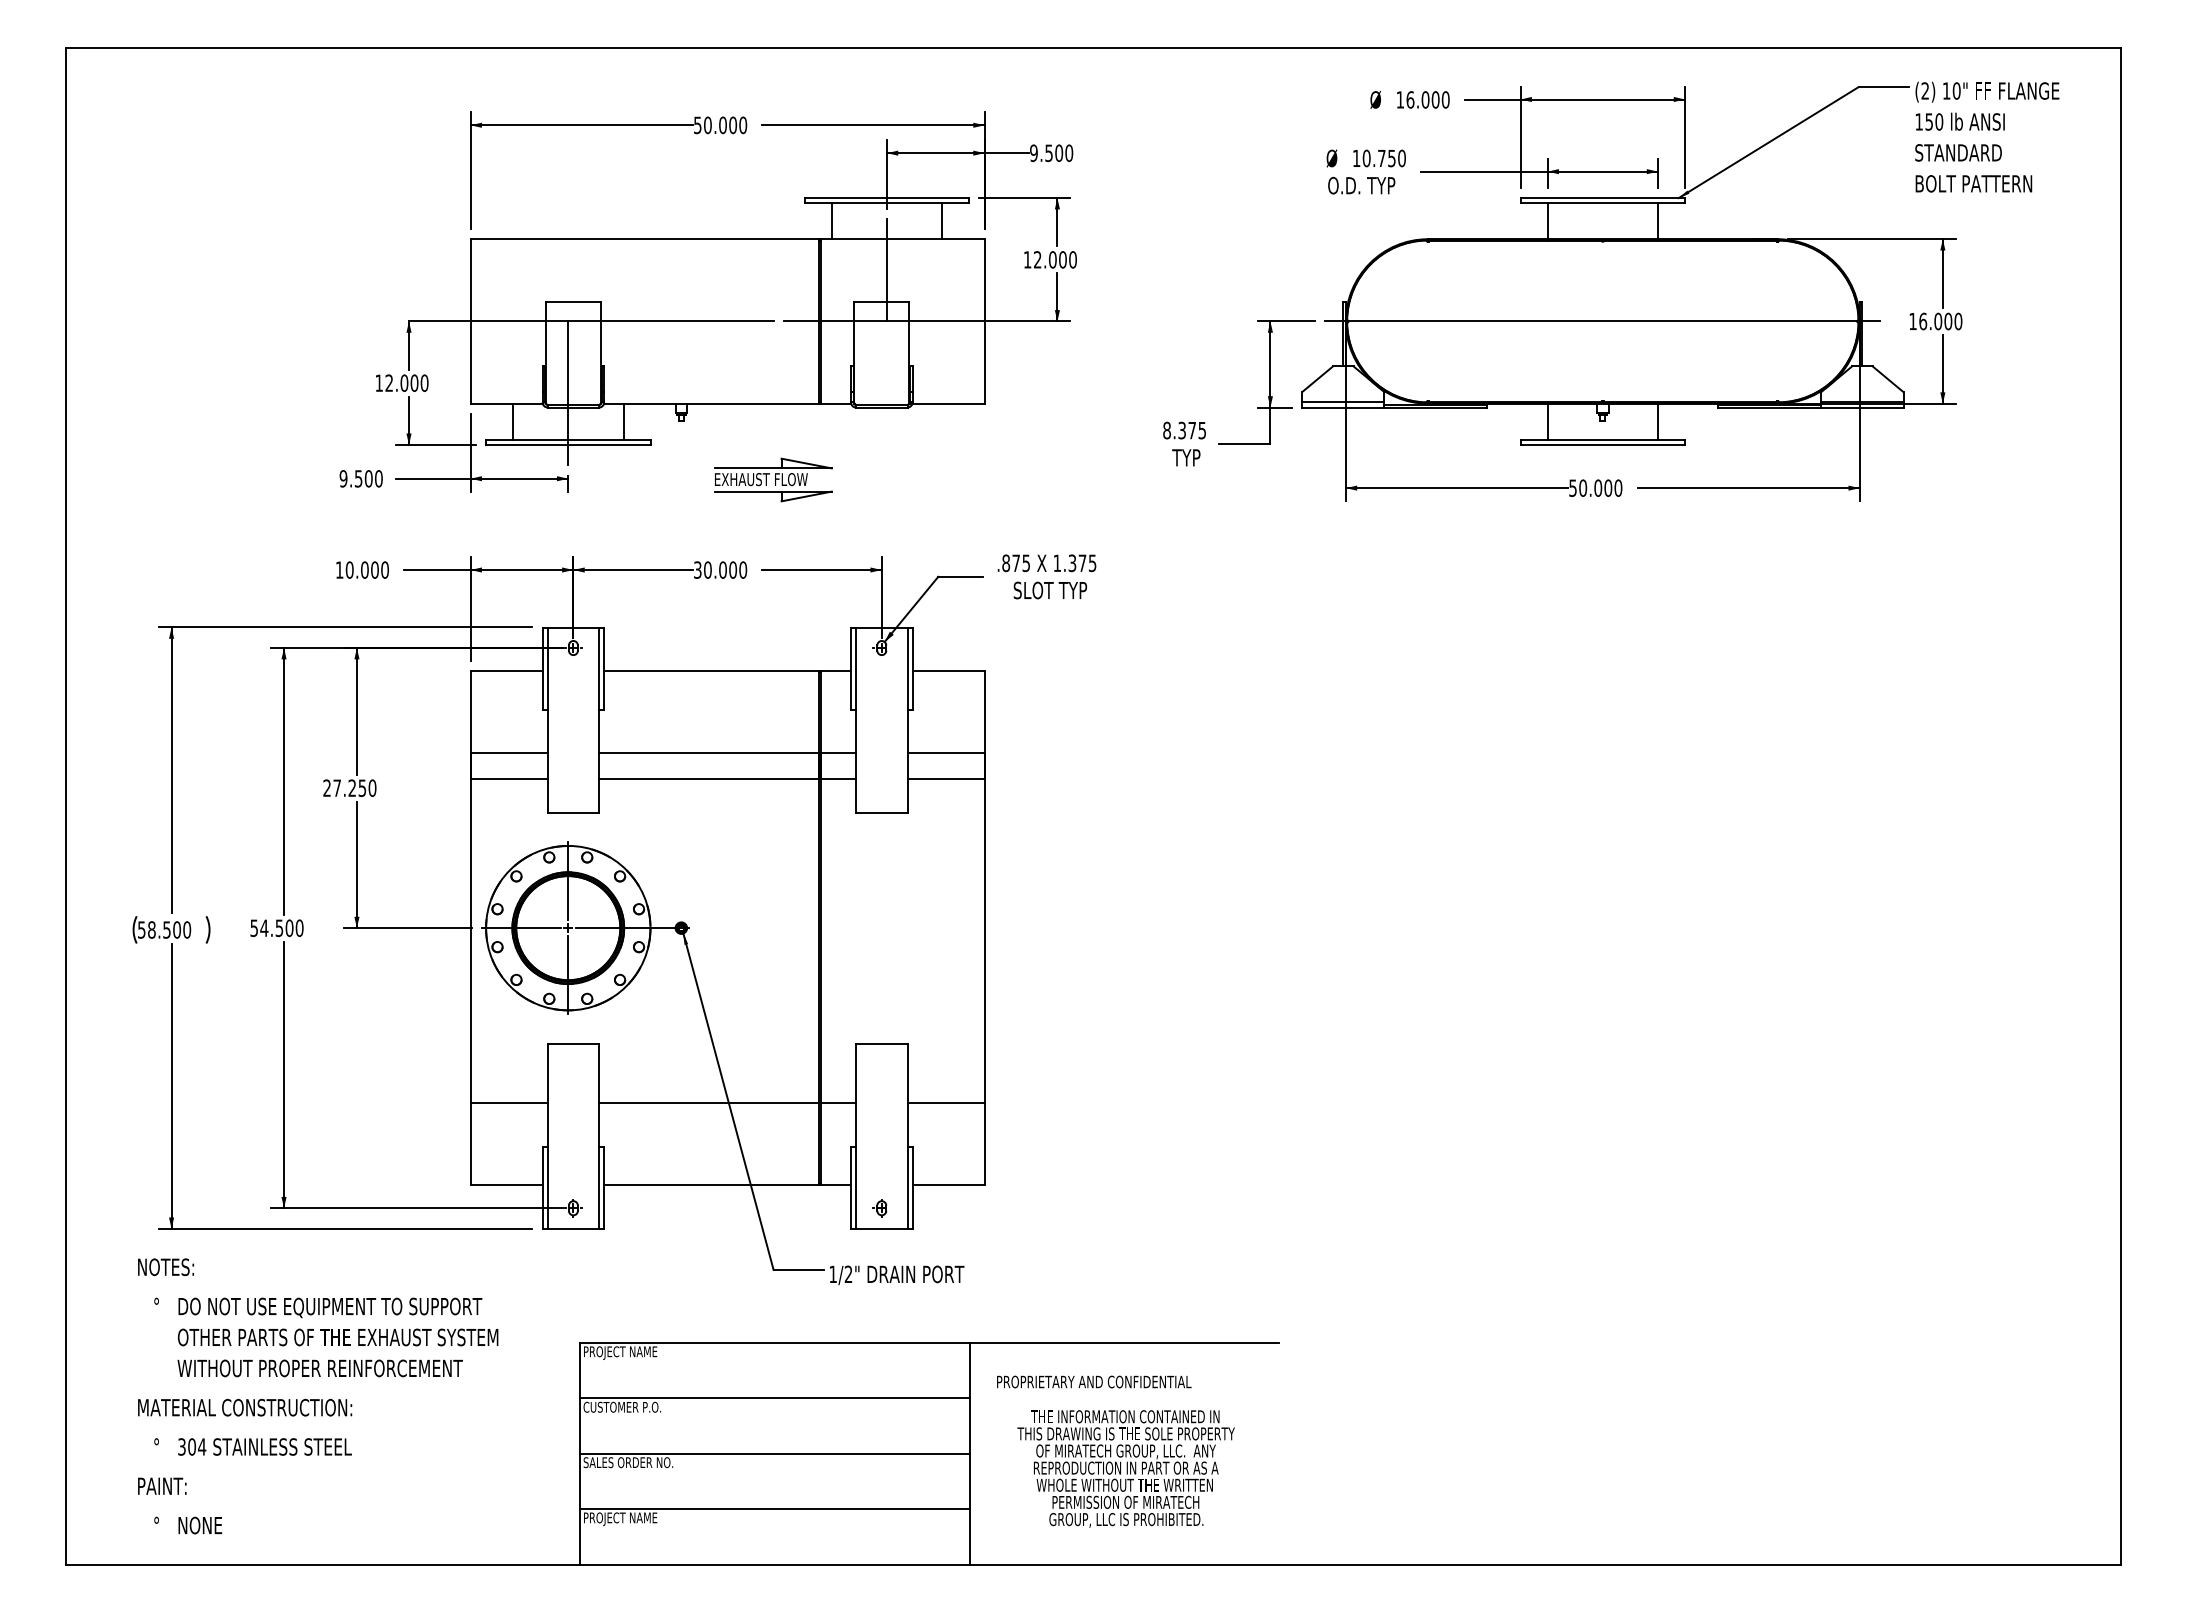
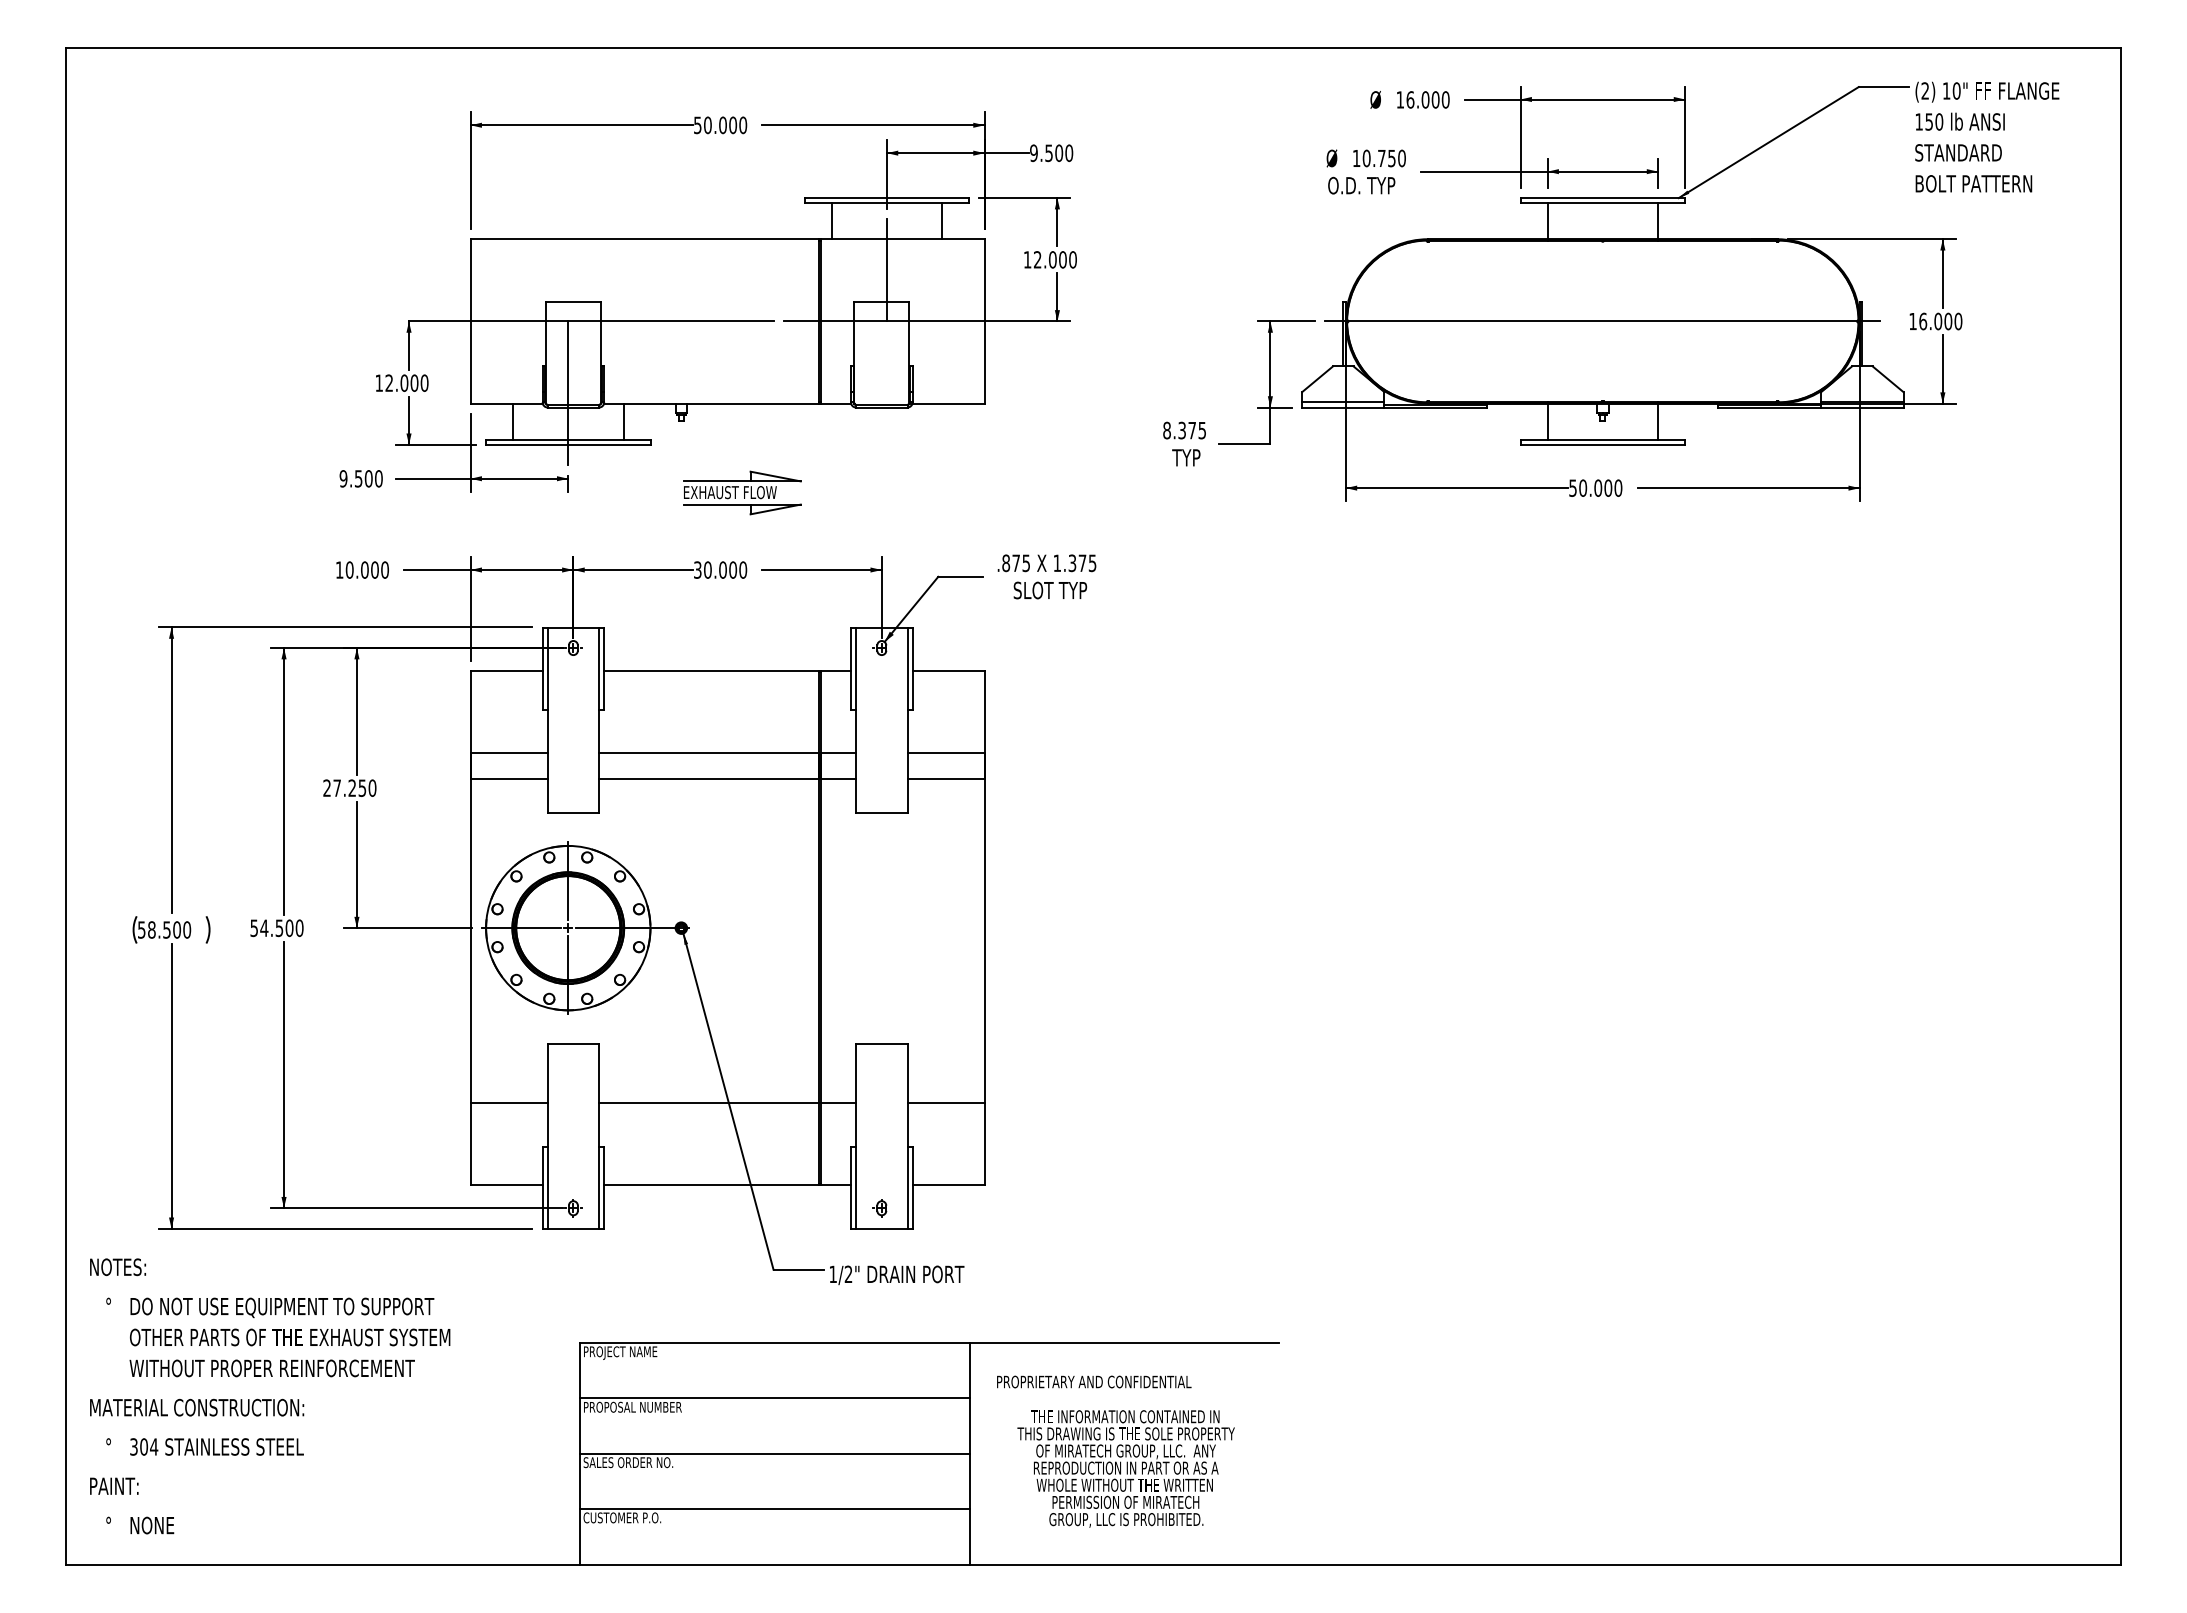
part at (773, 479) position: (773, 479) -> (742, 492)
text at (318, 1396) position: (318, 1396) -> (270, 1396)
text at (632, 1406): CUSTOMER P.O. -> PROPOSAL NUMBER
text at (622, 1519): PROJECT NAME -> CUSTOMER P.O.
